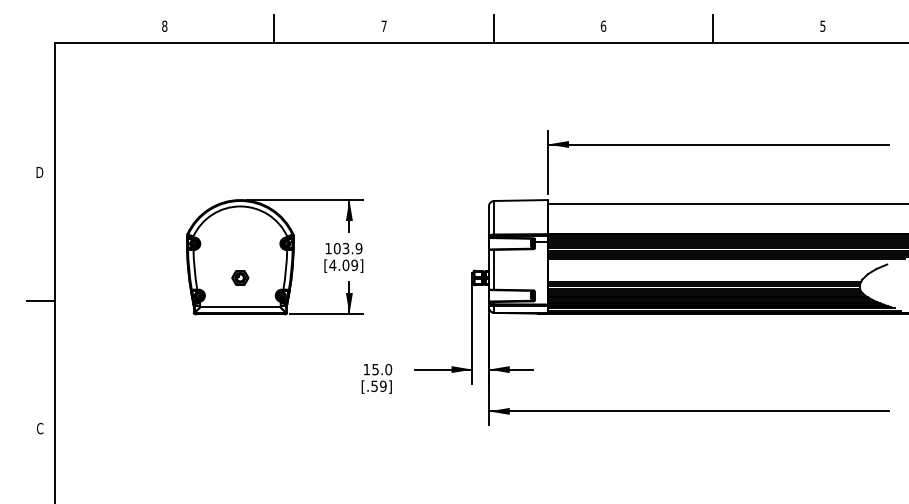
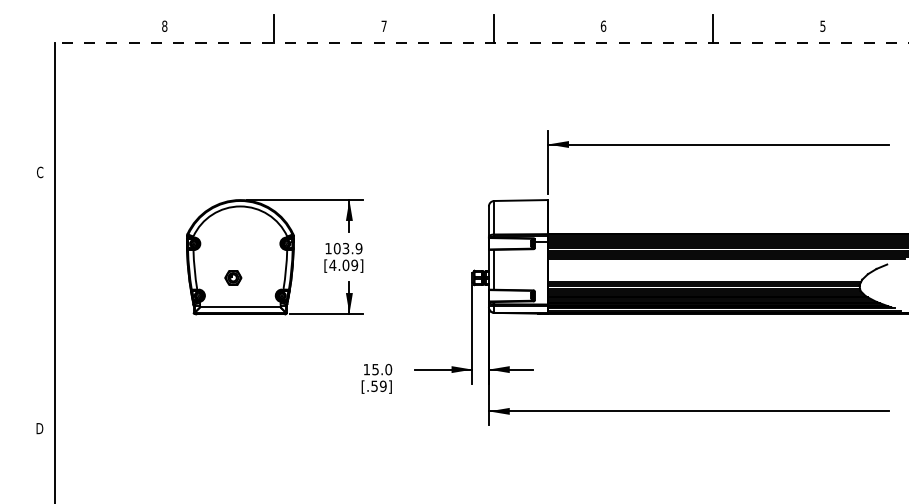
line at (481, 43): solid -> dashed
text at (39, 172): D -> C
line at (726, 204): present -> none
part at (240, 277) position: (240, 277) -> (233, 277)
line at (41, 300): present -> none
text at (39, 428): C -> D
